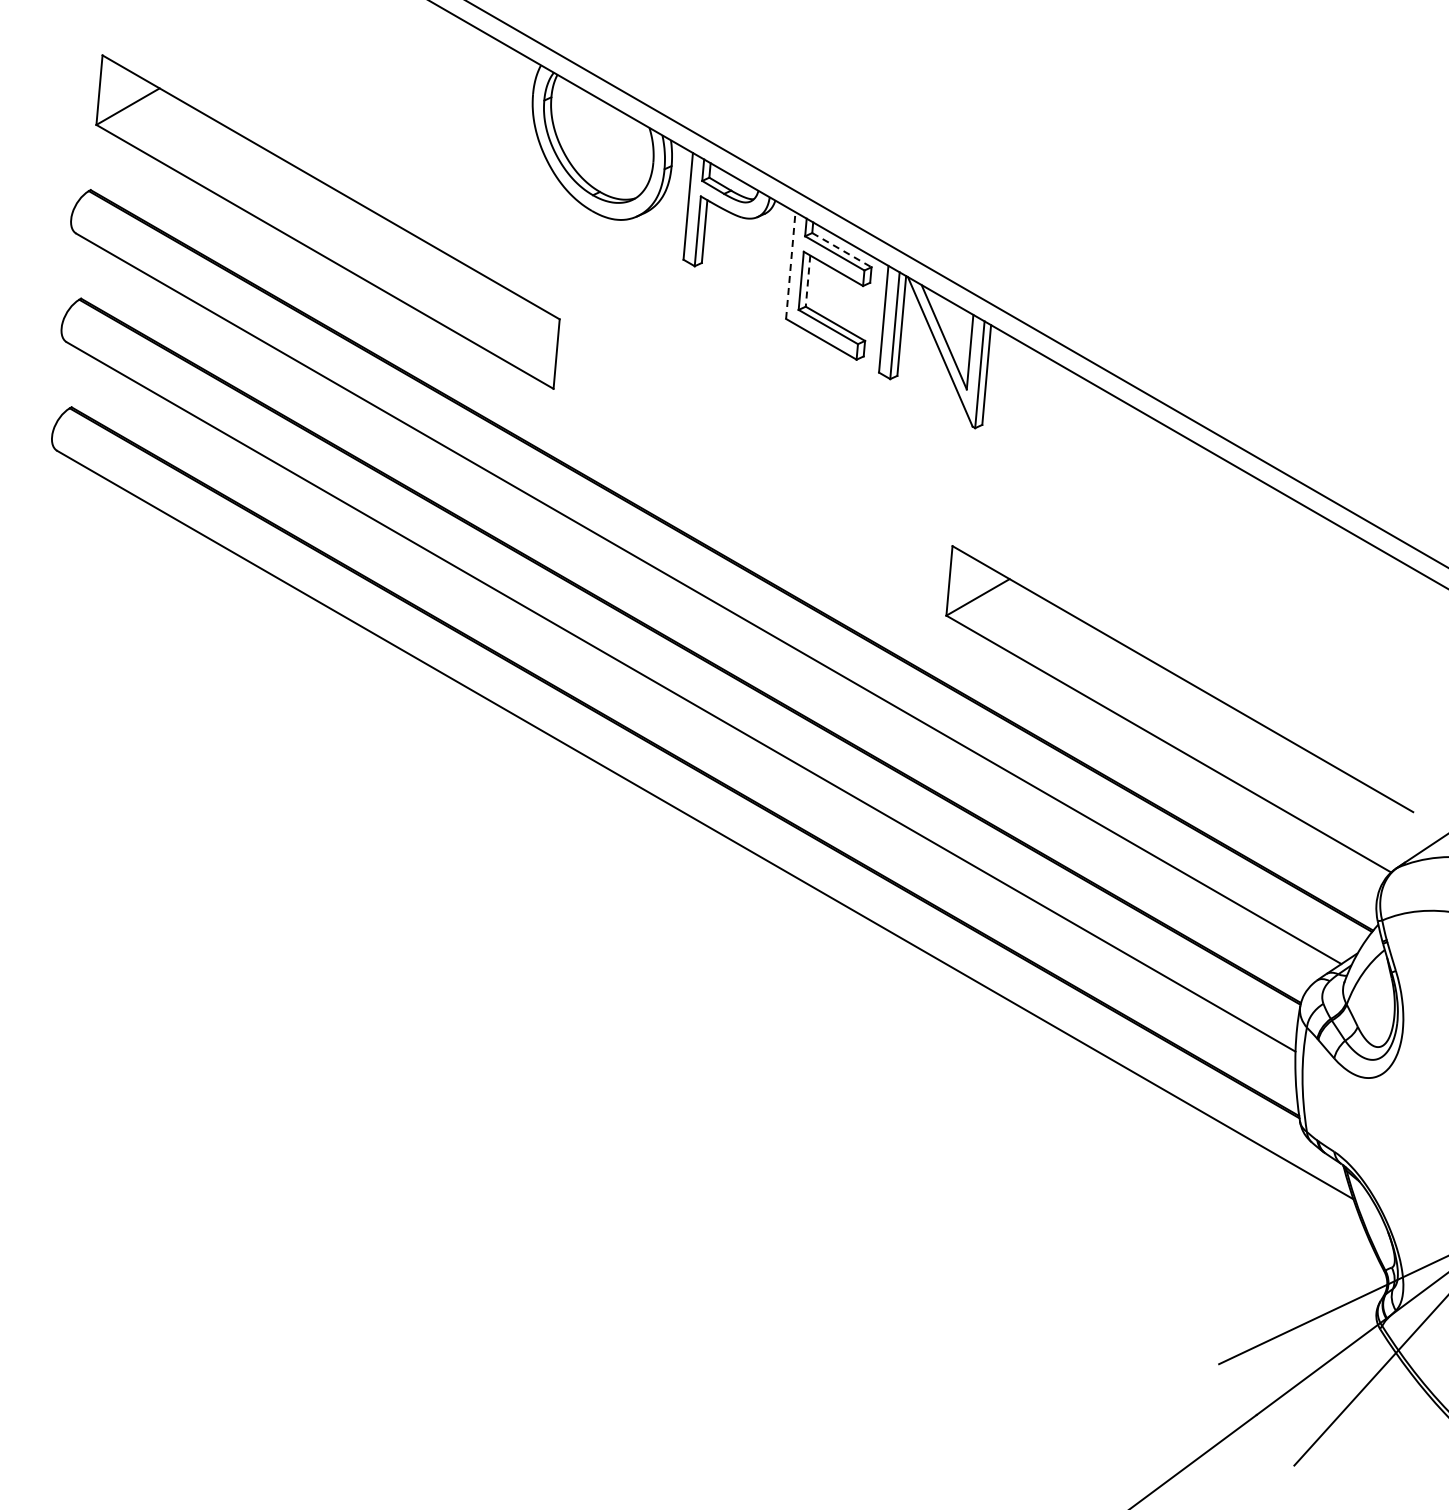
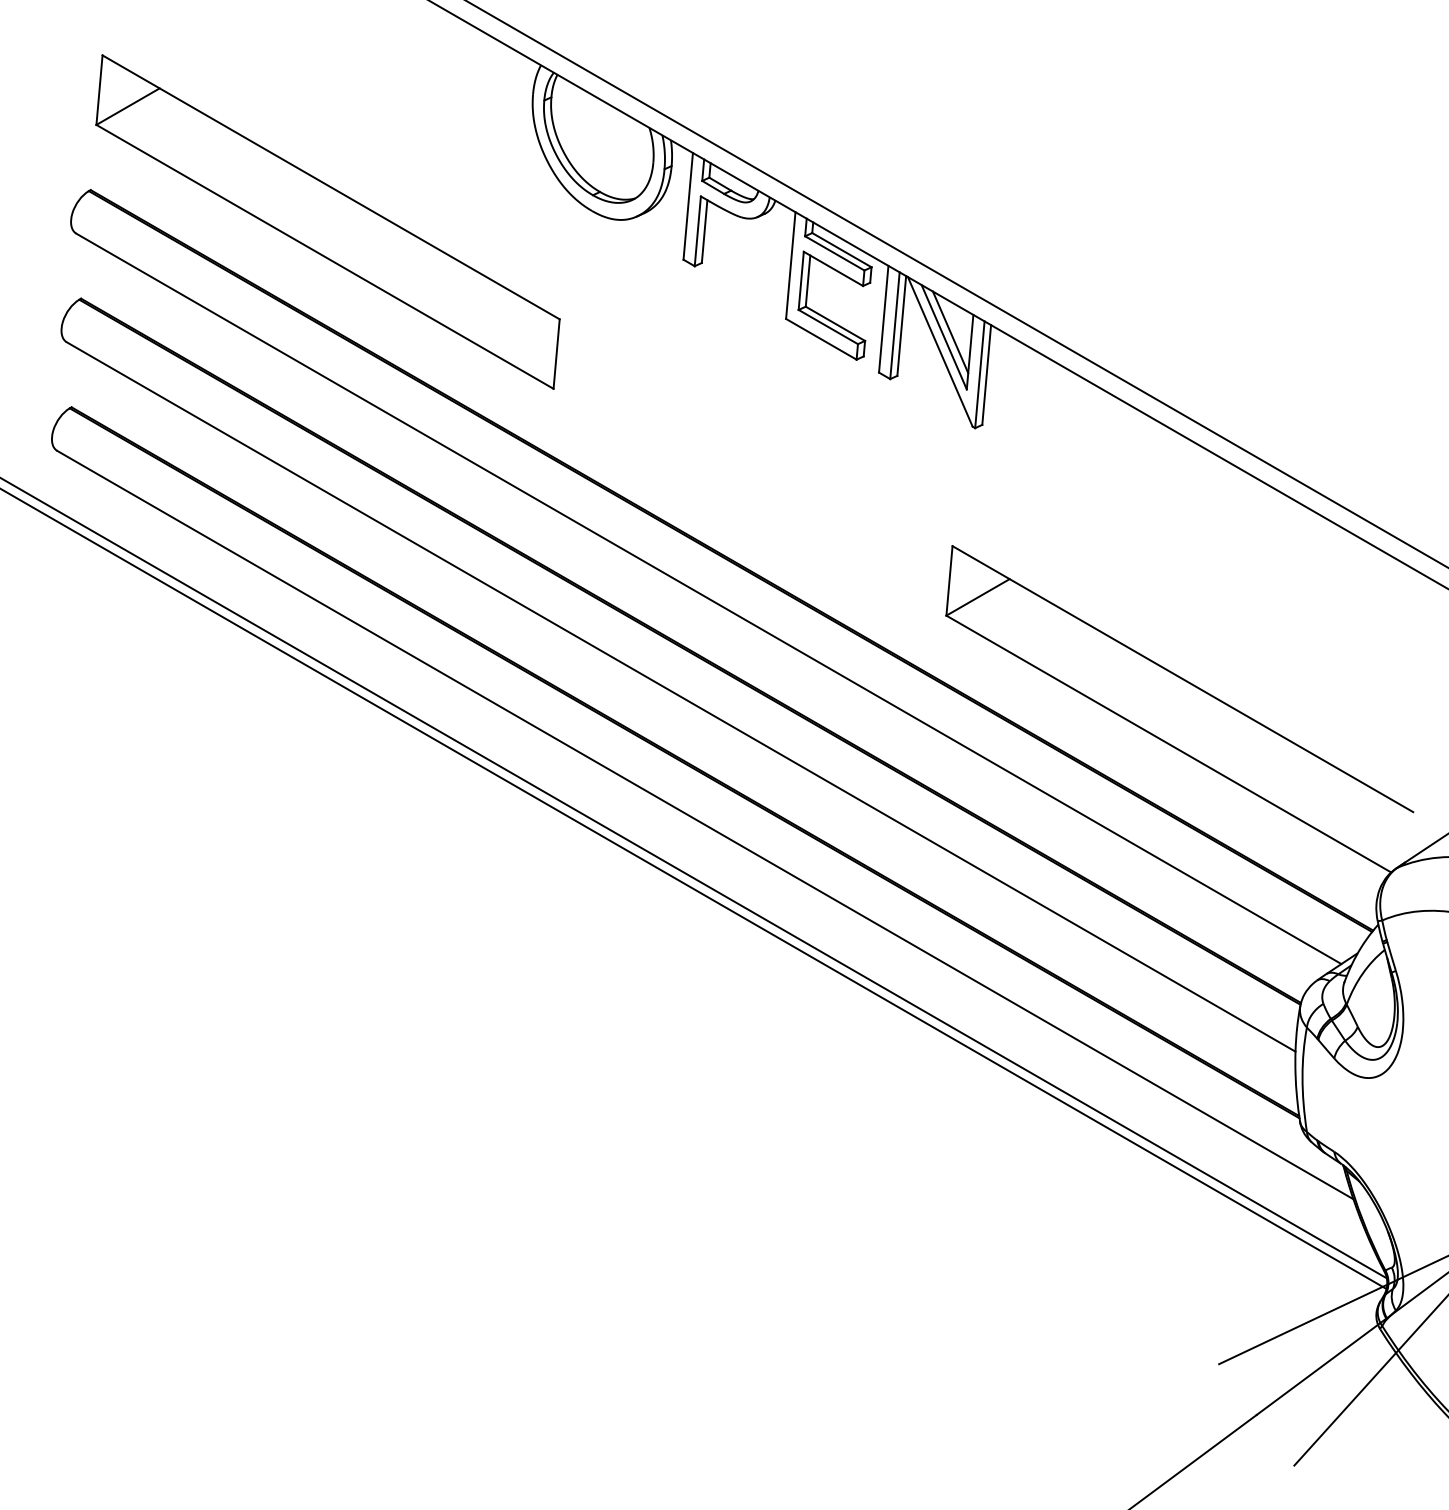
line at (842, 250): dashed -> solid
line at (790, 265): dashed -> solid
line at (808, 281): dashed -> solid
line at (950, 332): none -> present
line at (694, 878): none -> present
line at (694, 889): none -> present
